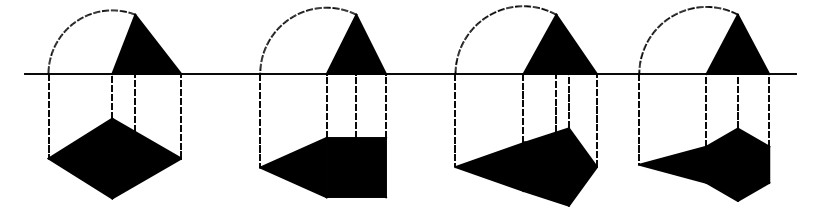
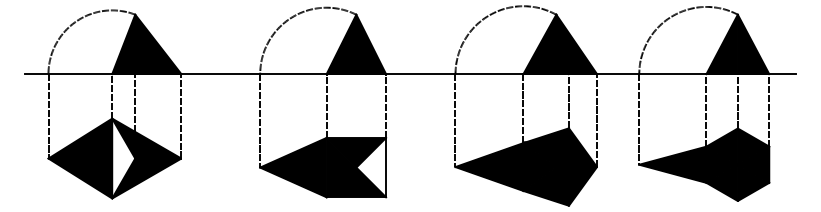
line at (556, 103): present -> none
line at (356, 105): present -> none
fill at (123, 158): present -> none
fill at (371, 167): present -> none
